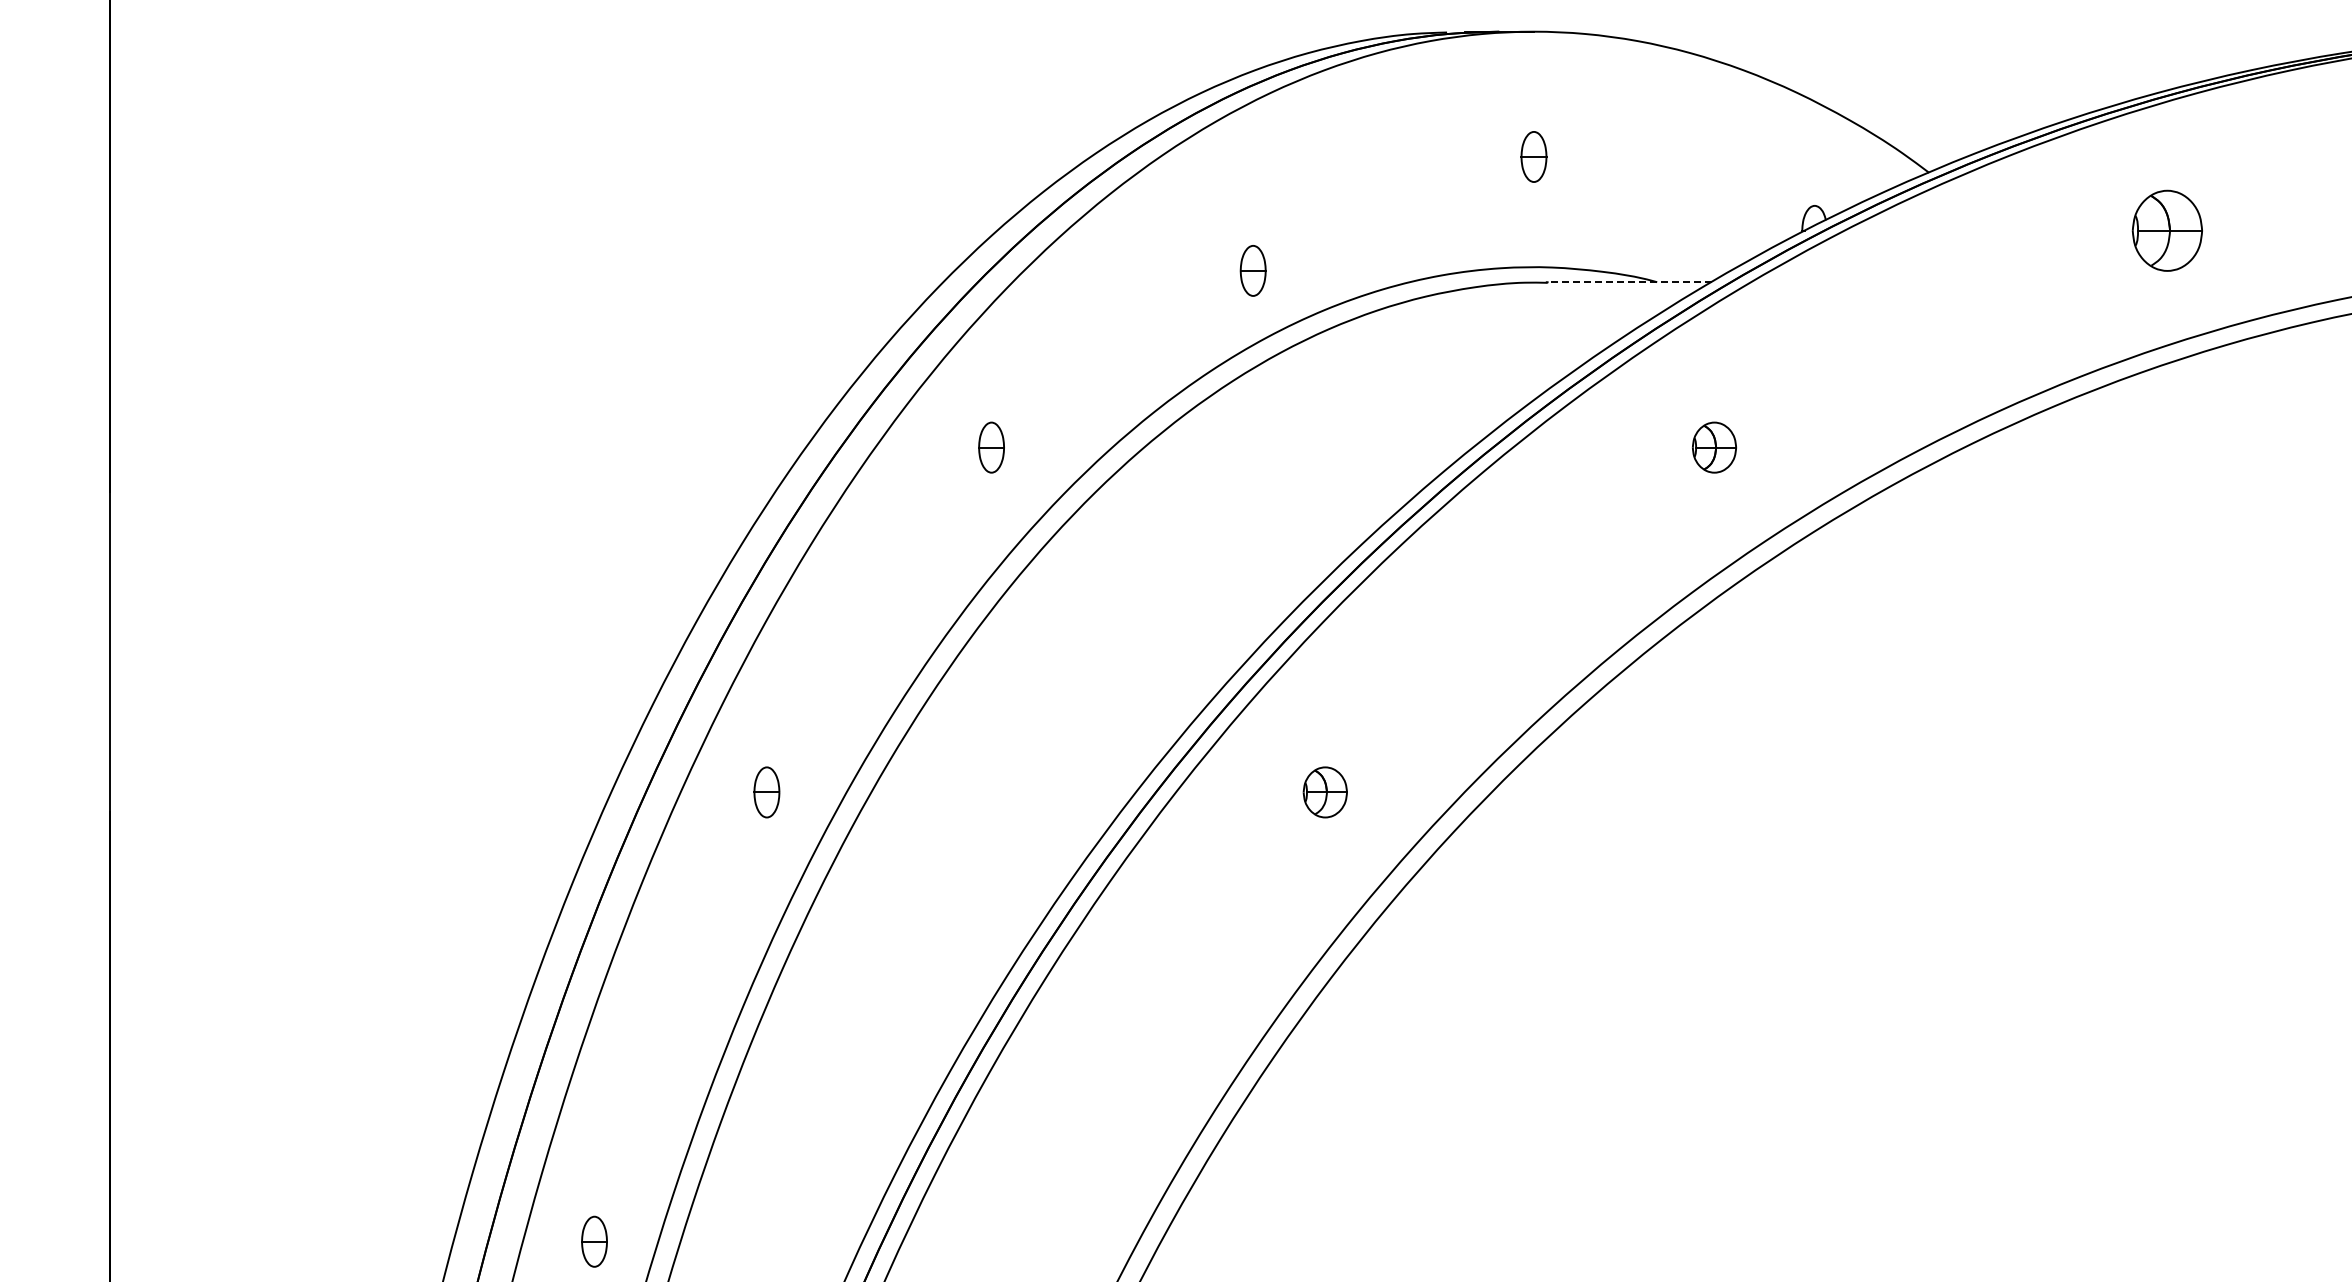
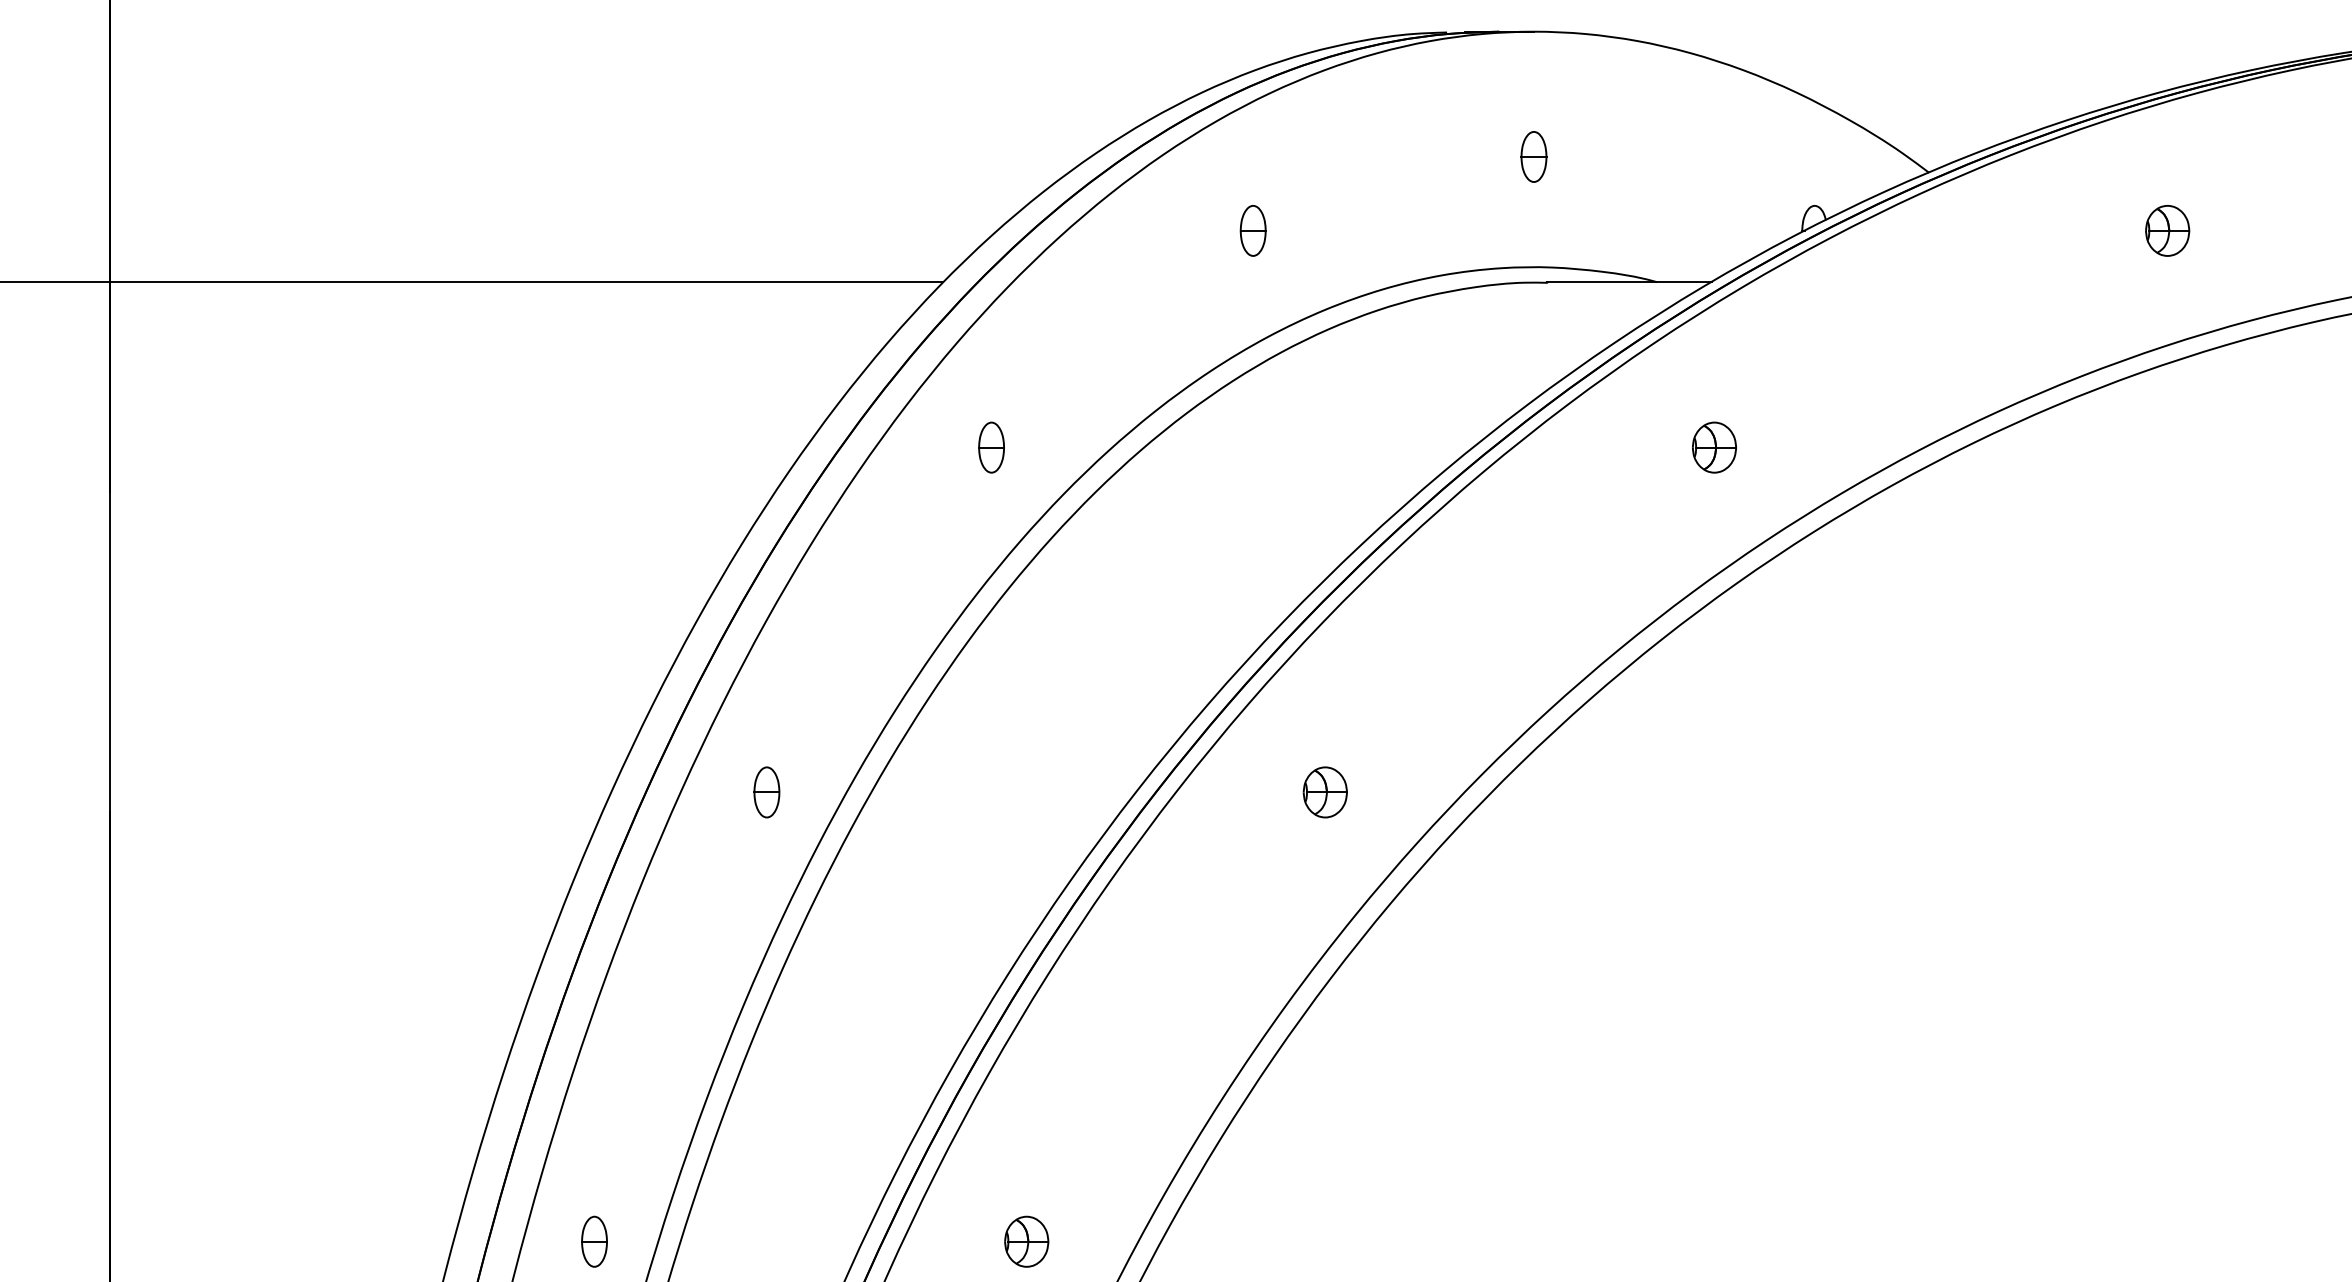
part at (2166, 230) size: 72x83 px -> 46x52 px
part at (1252, 270) position: (1252, 270) -> (1252, 230)
line at (472, 282): none -> present
line at (1628, 282): dashed -> solid
part at (1026, 1241): none -> present
